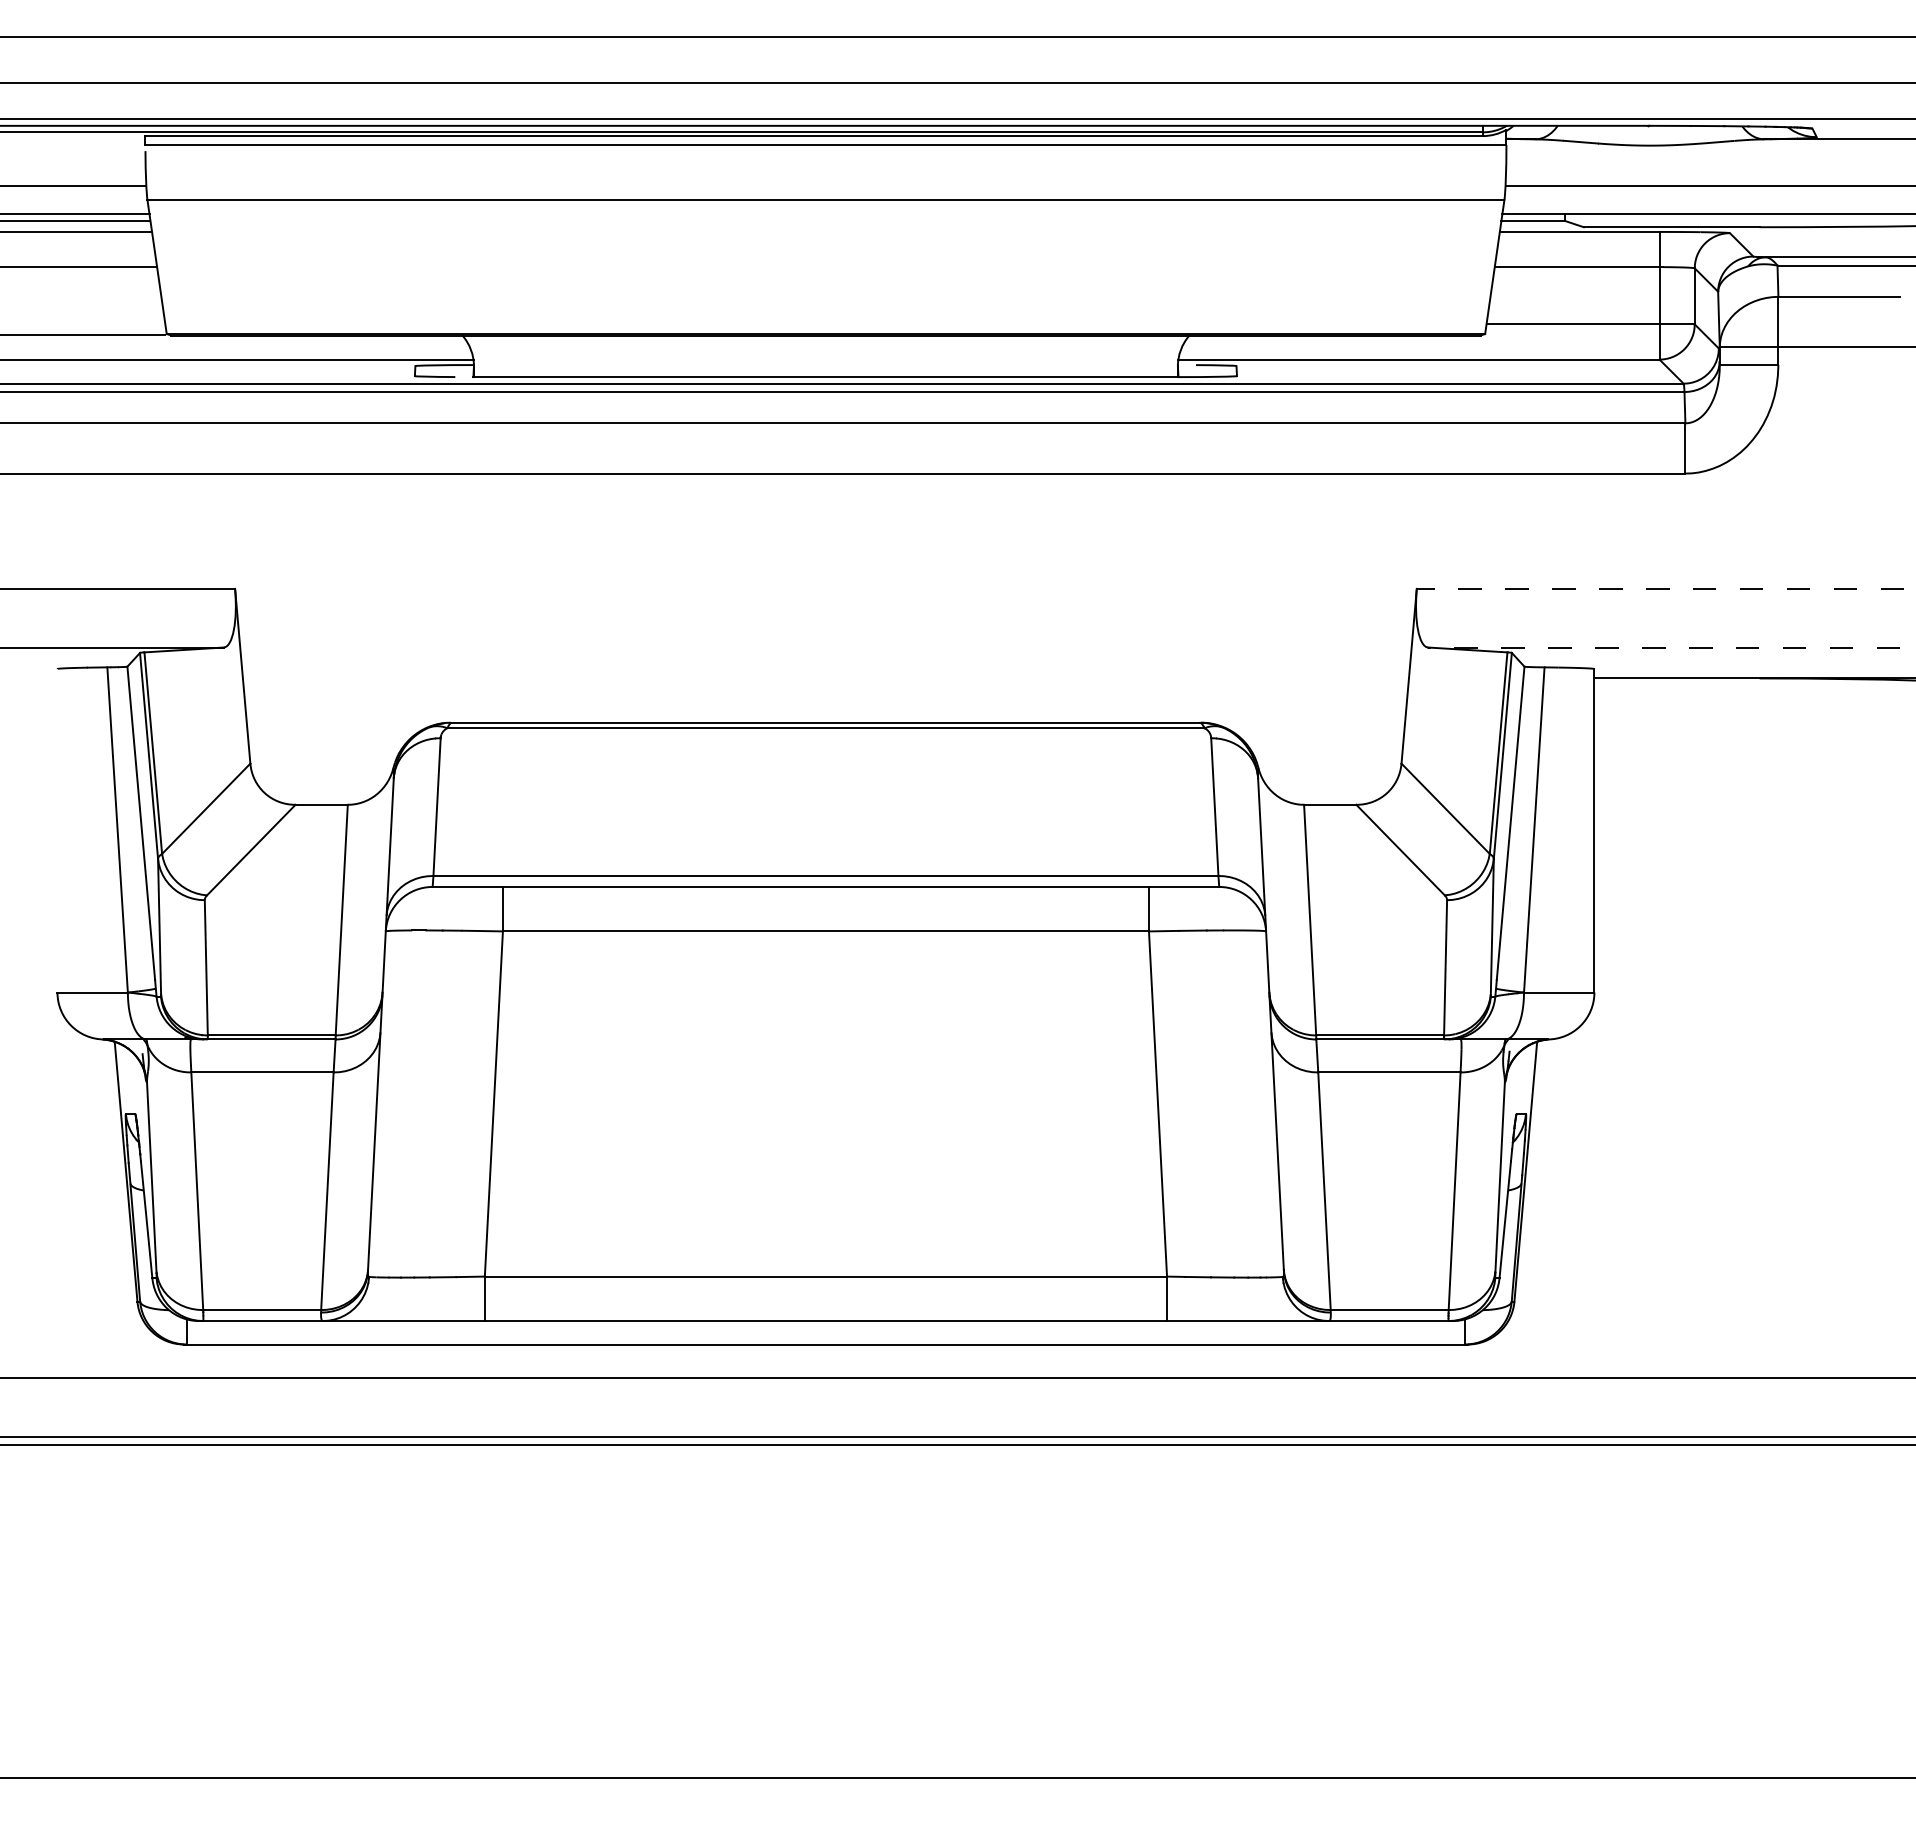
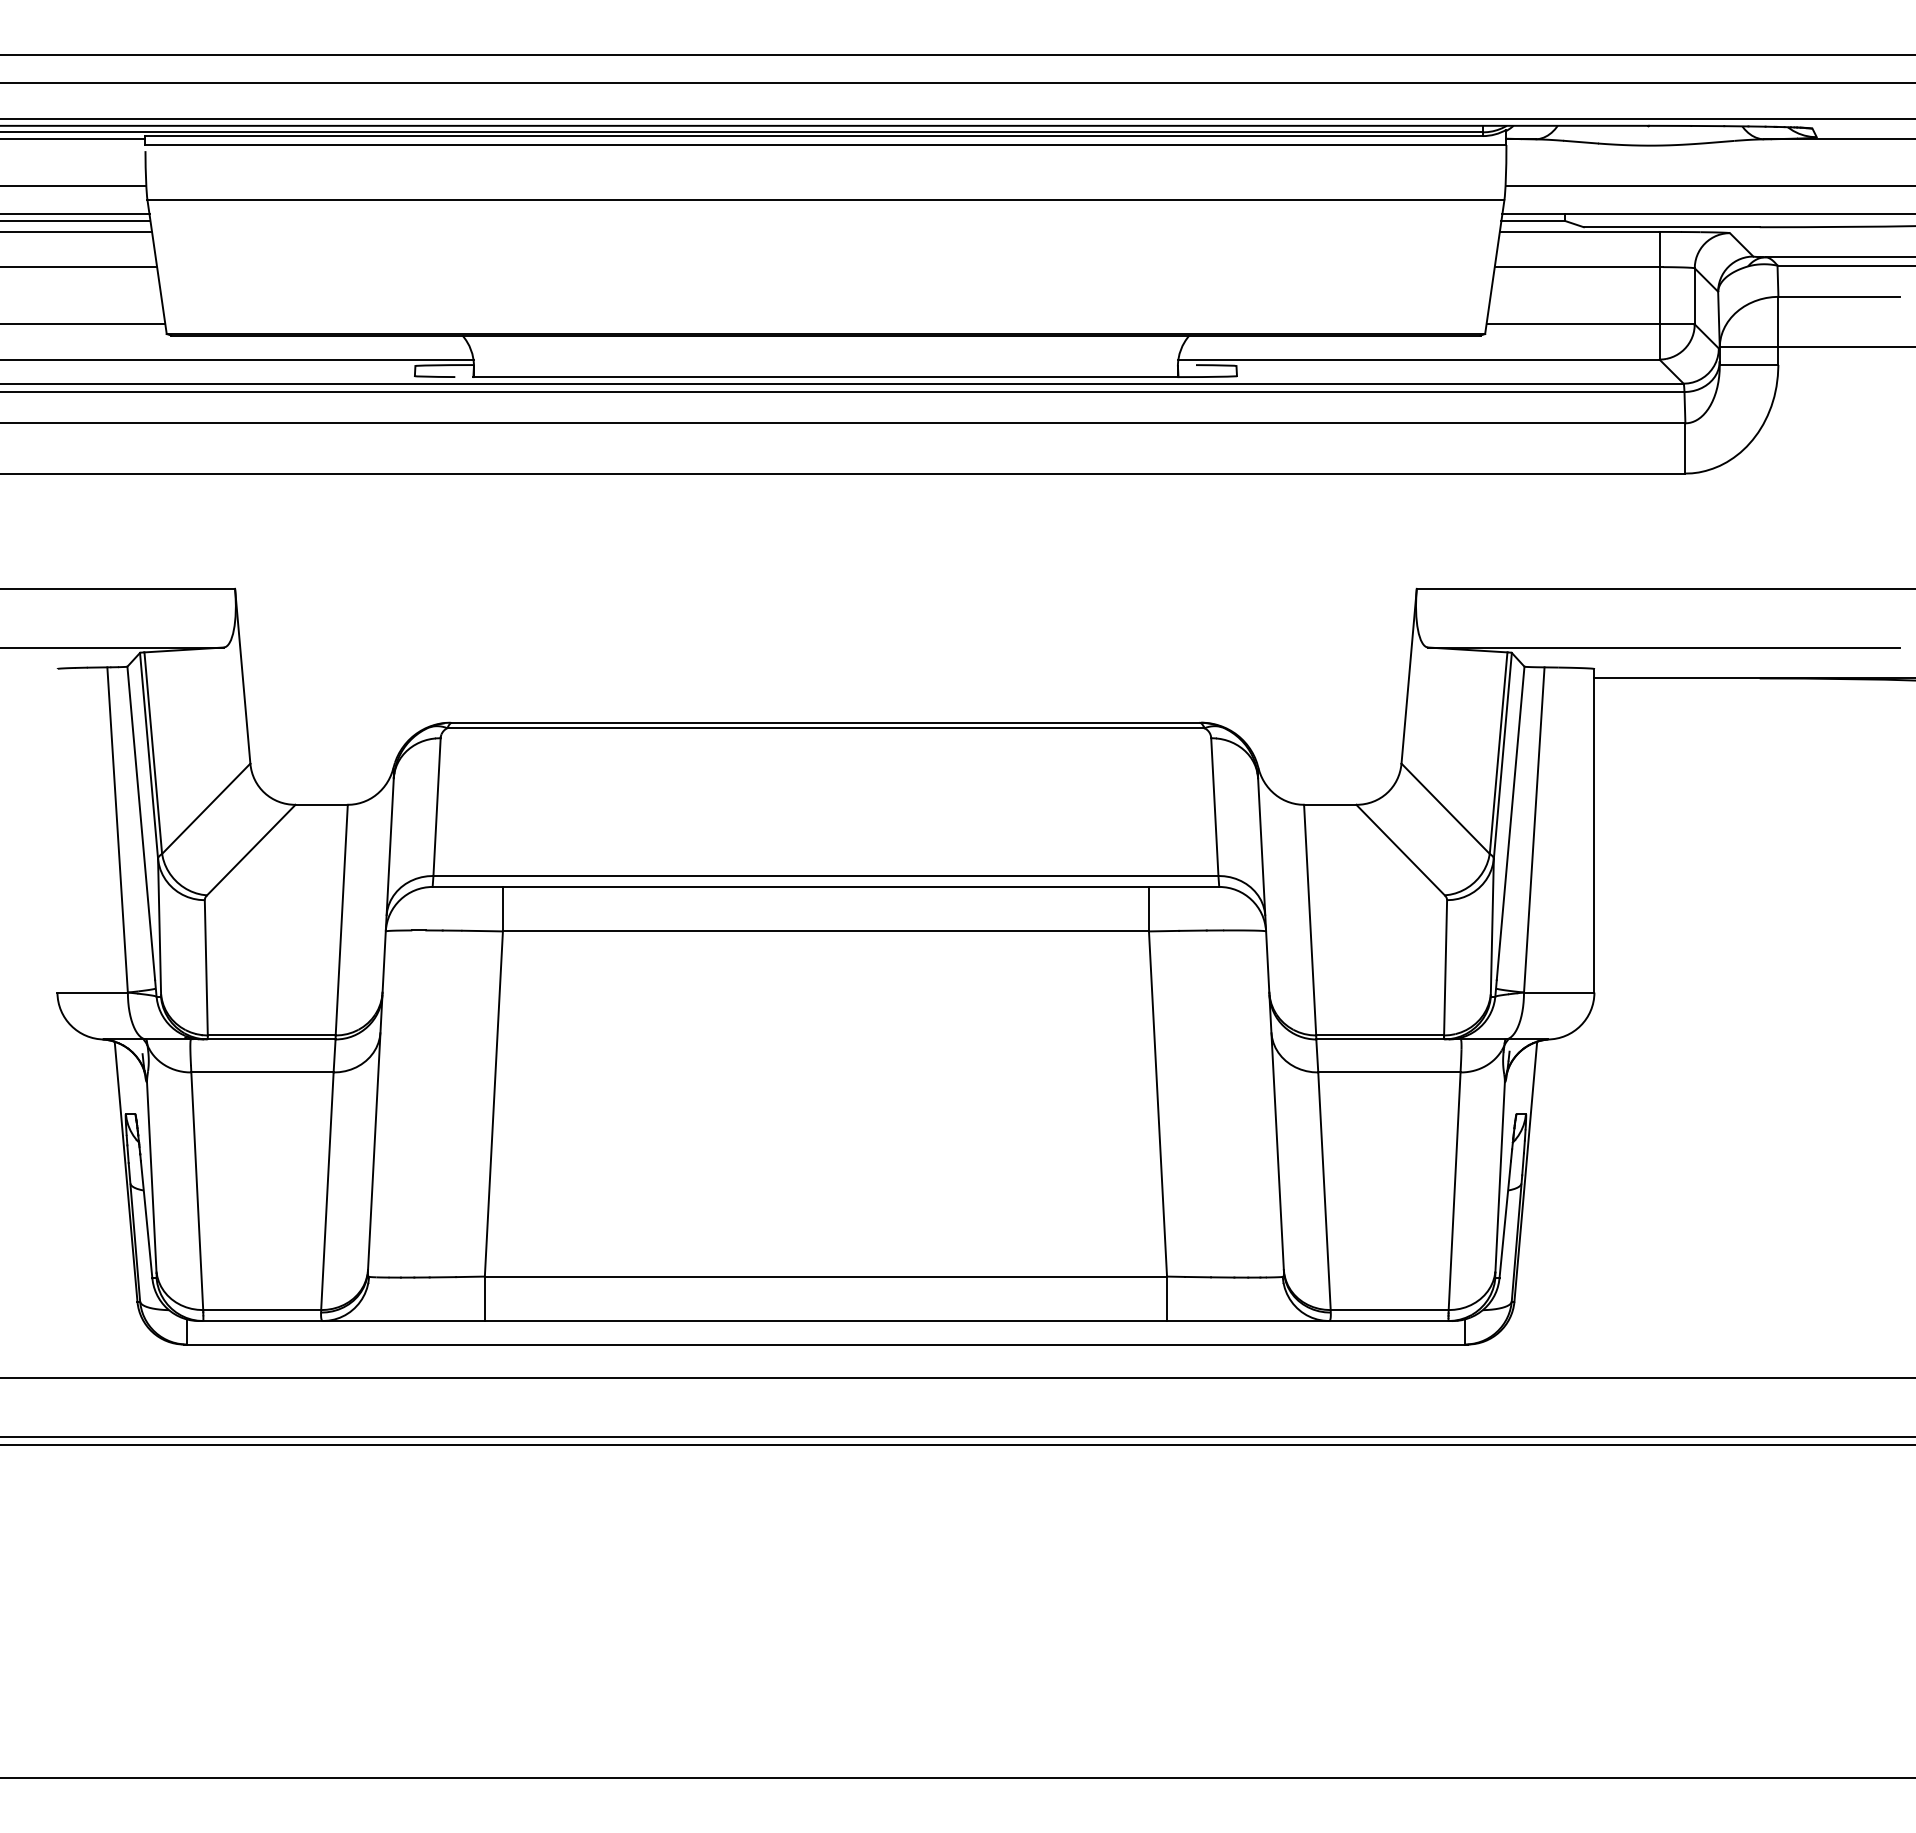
line at (957, 36) position: (957, 36) -> (957, 54)
line at (73, 139): none -> present
line at (83, 335) position: (83, 335) -> (83, 324)
line at (1665, 588): dashed -> solid
line at (1663, 647): dashed -> solid
